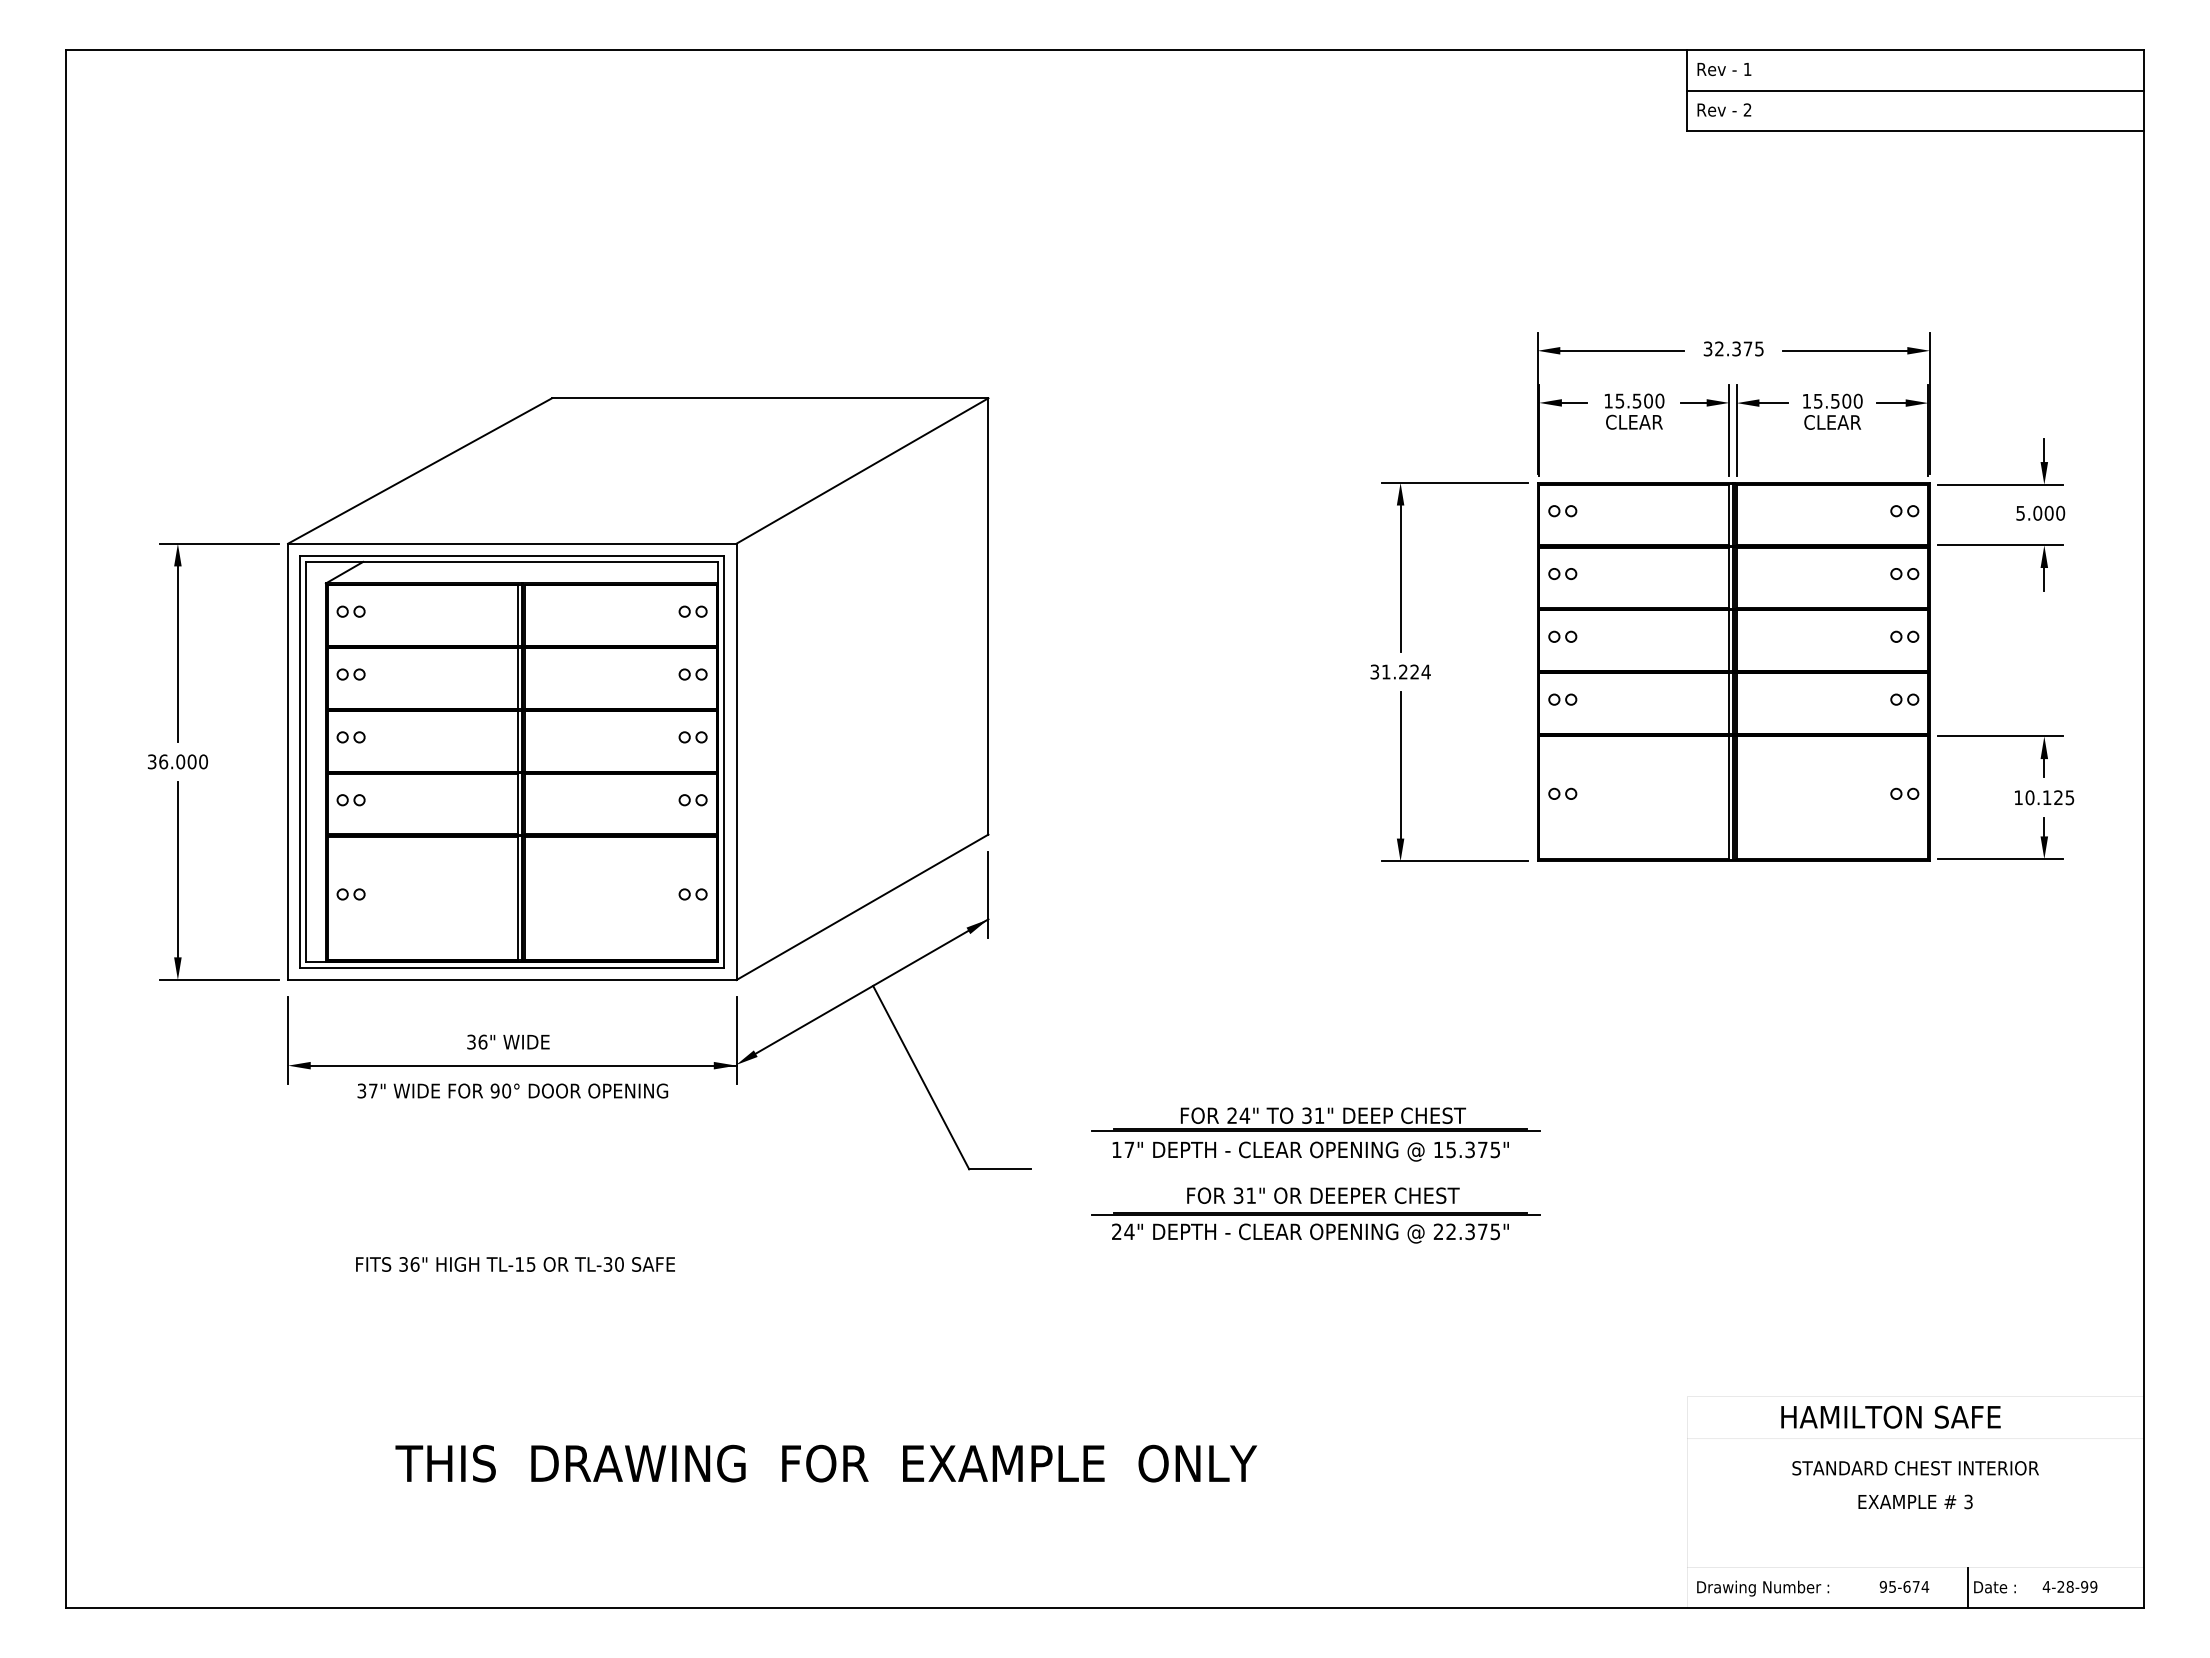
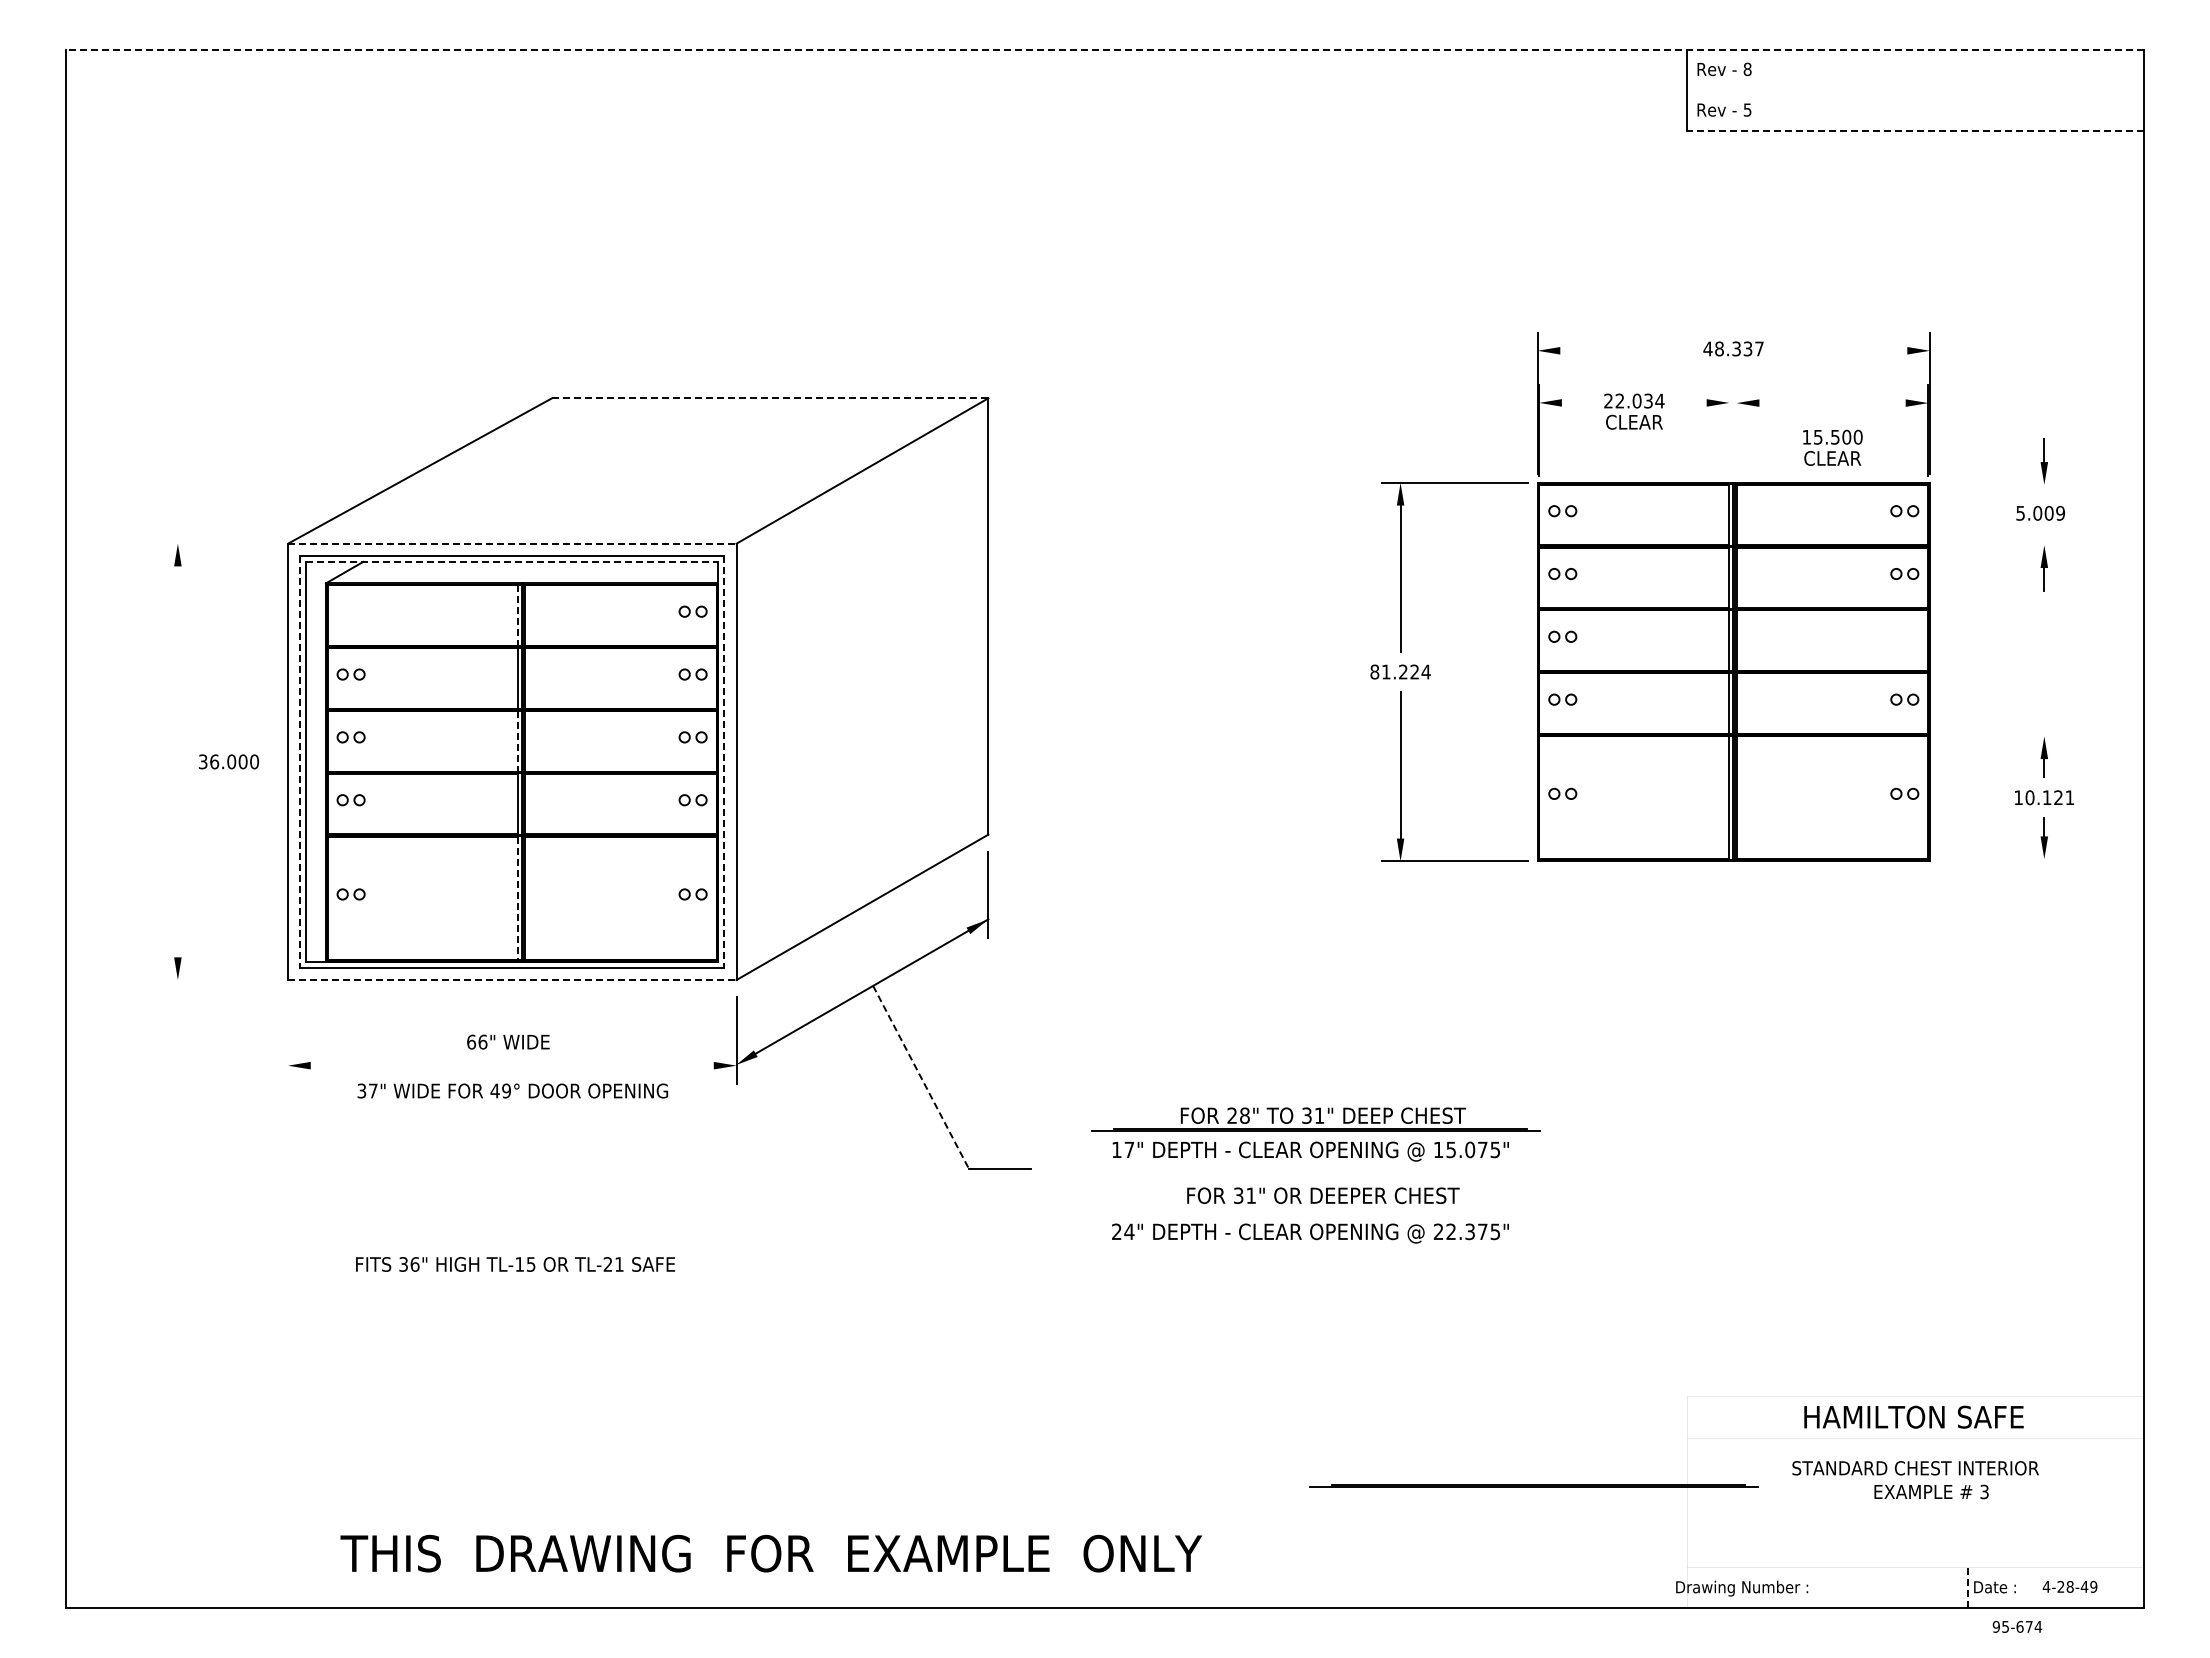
line at (1104, 49): solid -> dashed
text at (1747, 69): 1 -> 8
line at (1915, 90): present -> none
text at (1747, 109): 2 -> 5
line at (1914, 131): solid -> dashed
text at (1733, 348): 32.375 -> 48.337
line at (1622, 350): present -> none
line at (1845, 350): present -> none
line at (769, 398): solid -> dashed
text at (1634, 400): 15.500 -> 22.034
line at (1574, 402): present -> none
line at (1693, 402): present -> none
line at (1773, 403): present -> none
line at (1891, 403): present -> none
text at (1832, 411) position: (1832, 411) -> (1832, 447)
line at (1729, 429): present -> none
line at (1736, 429): present -> none
line at (1999, 484): present -> none
text at (2060, 513): 5.000 -> 5.009
line at (218, 543): present -> none
line at (512, 543): solid -> dashed
line at (1999, 545): present -> none
line at (512, 561): solid -> dashed
part at (350, 611): present -> none
line at (517, 616): solid -> dashed
part at (1904, 636): present -> none
line at (177, 653): present -> none
text at (1374, 671): 31.224 -> 81.224
line at (1999, 736): present -> none
line at (517, 741): solid -> dashed
text at (177, 761) position: (177, 761) -> (228, 761)
line at (300, 762): solid -> dashed
line at (724, 762): solid -> dashed
text at (2069, 797): 10.125 -> 10.121
line at (1999, 859): present -> none
line at (177, 869): present -> none
line at (517, 898): solid -> dashed
line at (218, 980): present -> none
line at (512, 980): solid -> dashed
line at (288, 1040): present -> none
text at (471, 1041): 36" -> 66"
line at (523, 1065): present -> none
line at (921, 1077): solid -> dashed
text at (500, 1090): 90° -> 49°
text at (1244, 1115): 24" -> 28"
text at (1470, 1149): 15.375" -> 15.075"
line at (1315, 1213) position: (1315, 1213) -> (1533, 1485)
text at (613, 1264): TL-30 -> TL-21
text at (1890, 1416) position: (1890, 1416) -> (1913, 1416)
text at (826, 1463) position: (826, 1463) -> (771, 1553)
text at (1915, 1501) position: (1915, 1501) -> (1931, 1491)
text at (1904, 1586) position: (1904, 1586) -> (2017, 1626)
text at (2084, 1586): 4-28-99 -> 4-28-49
text at (1763, 1588) position: (1763, 1588) -> (1742, 1588)
line at (1967, 1588): solid -> dashed
